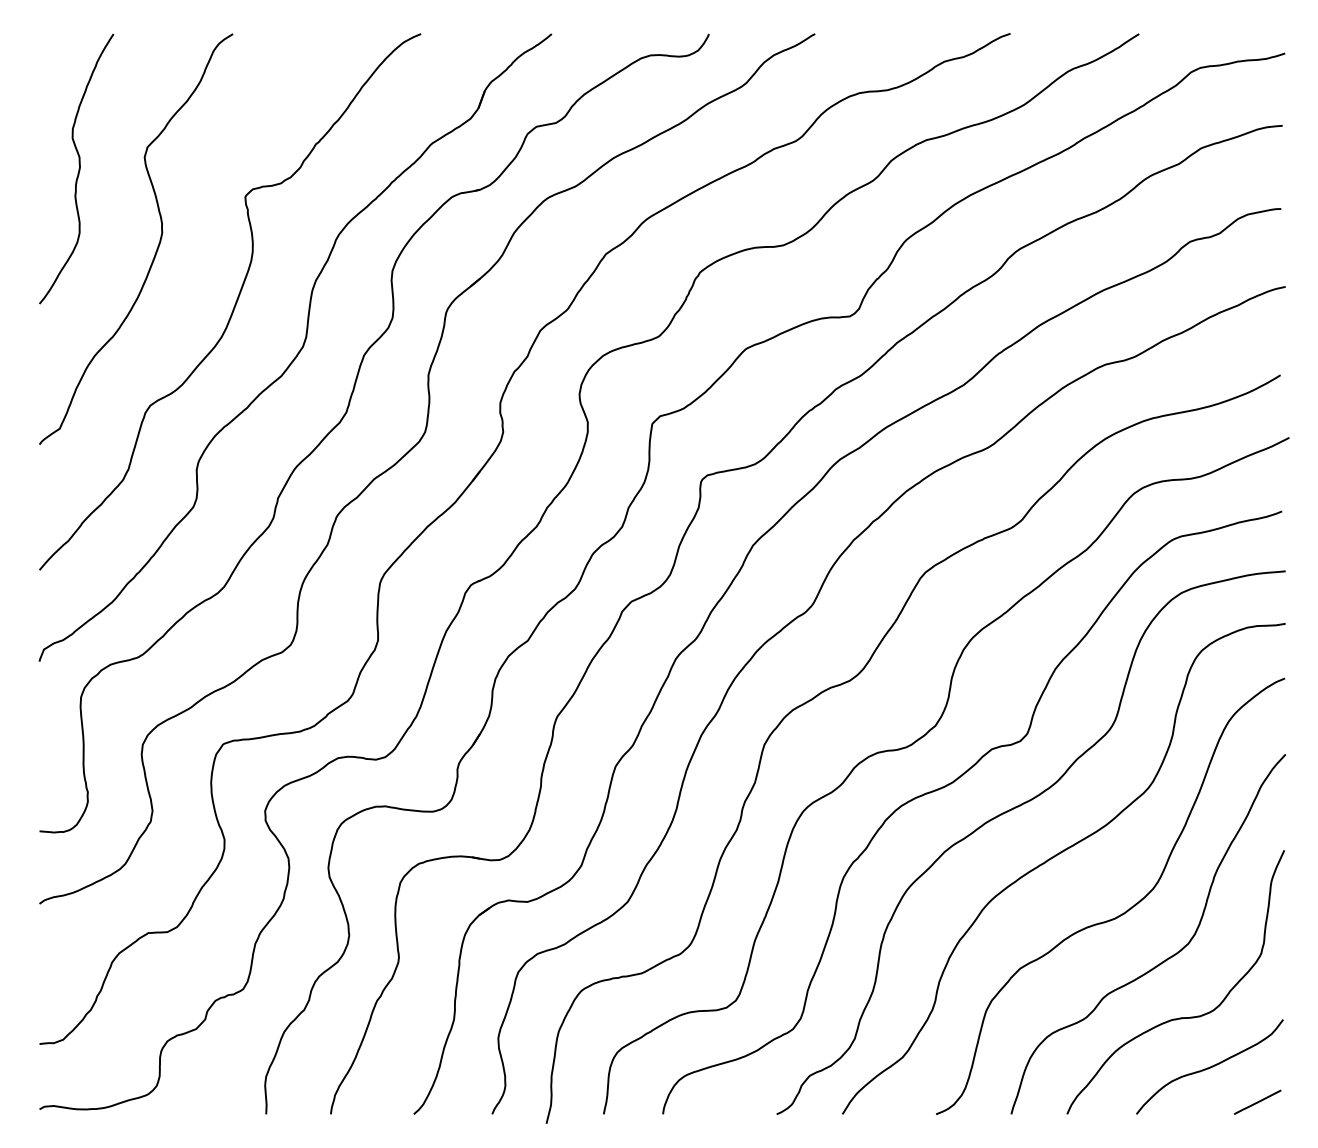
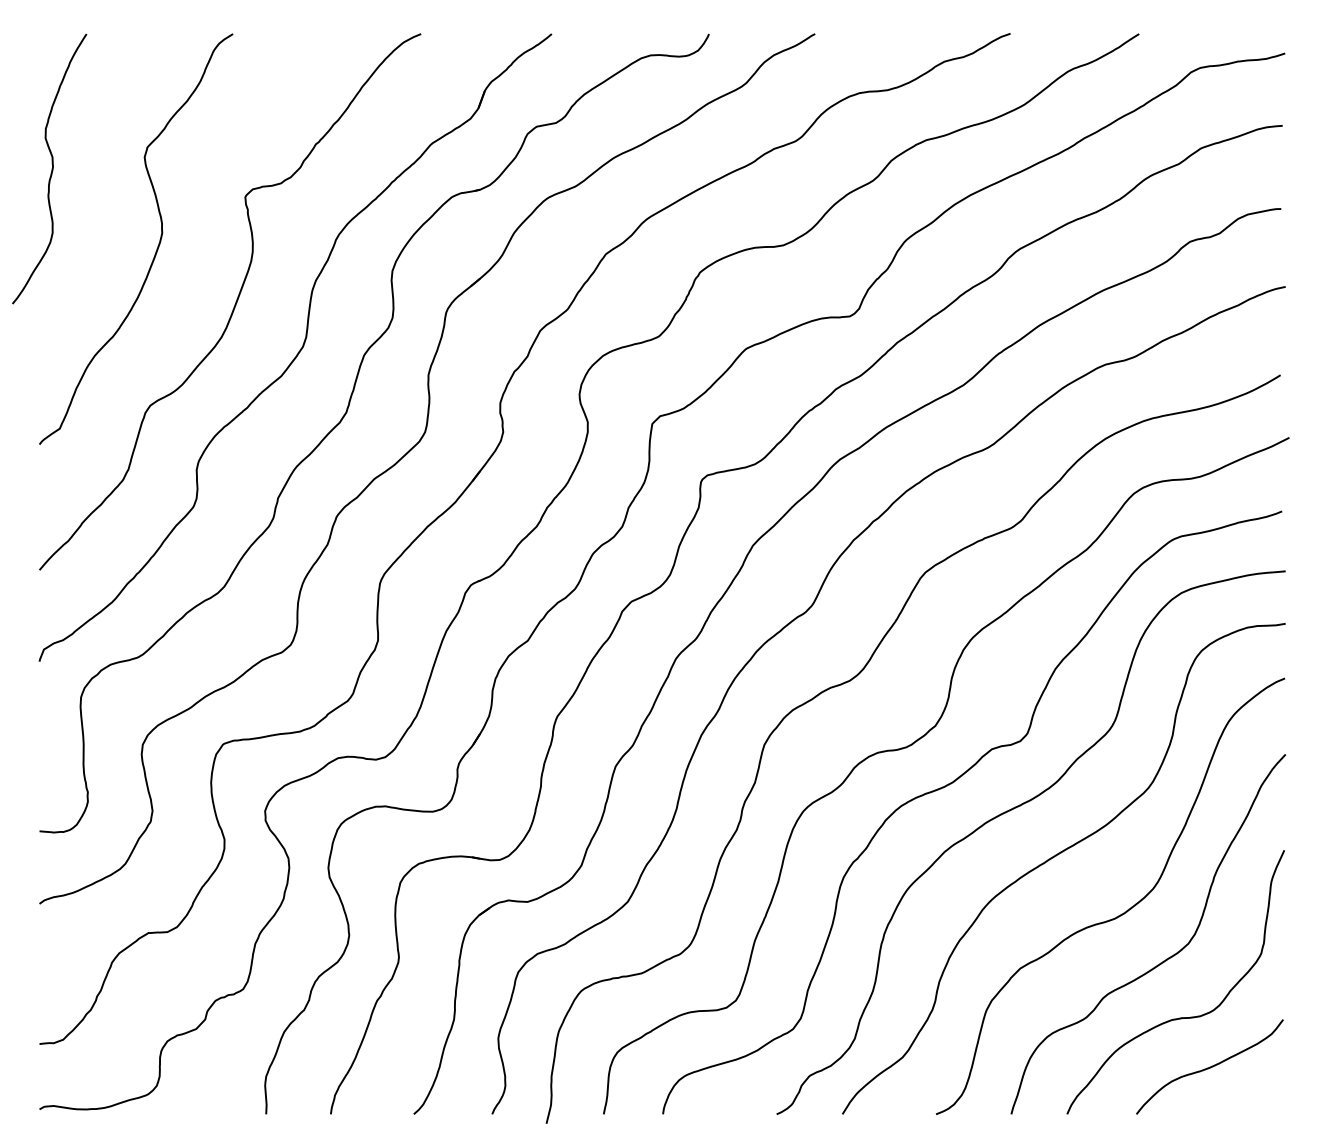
curve at (78, 168) position: (78, 168) -> (51, 168)
line at (1257, 1101): present -> none
